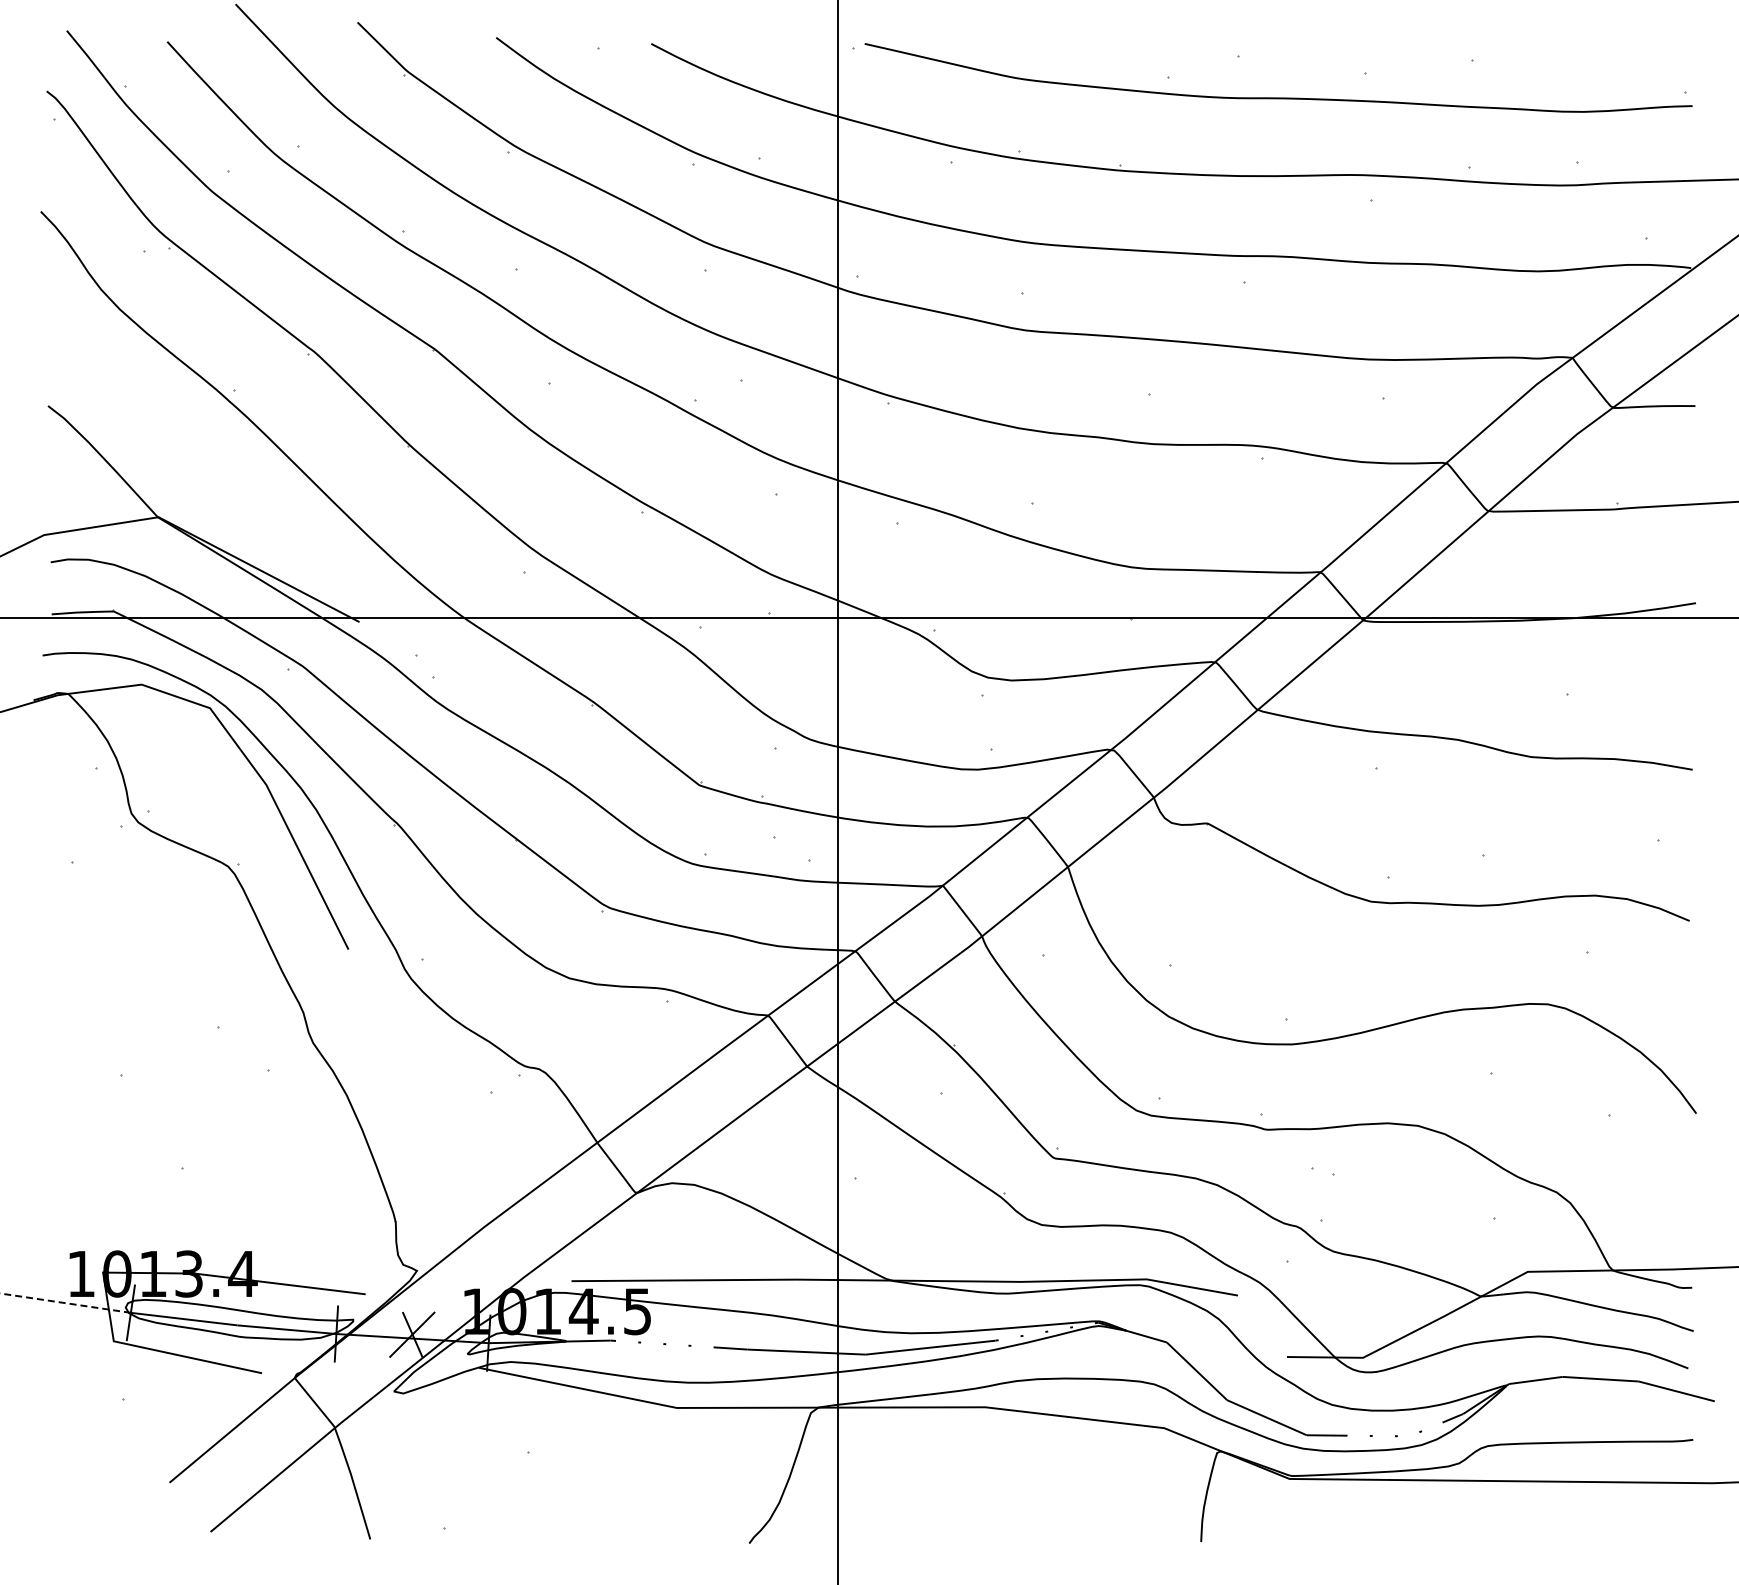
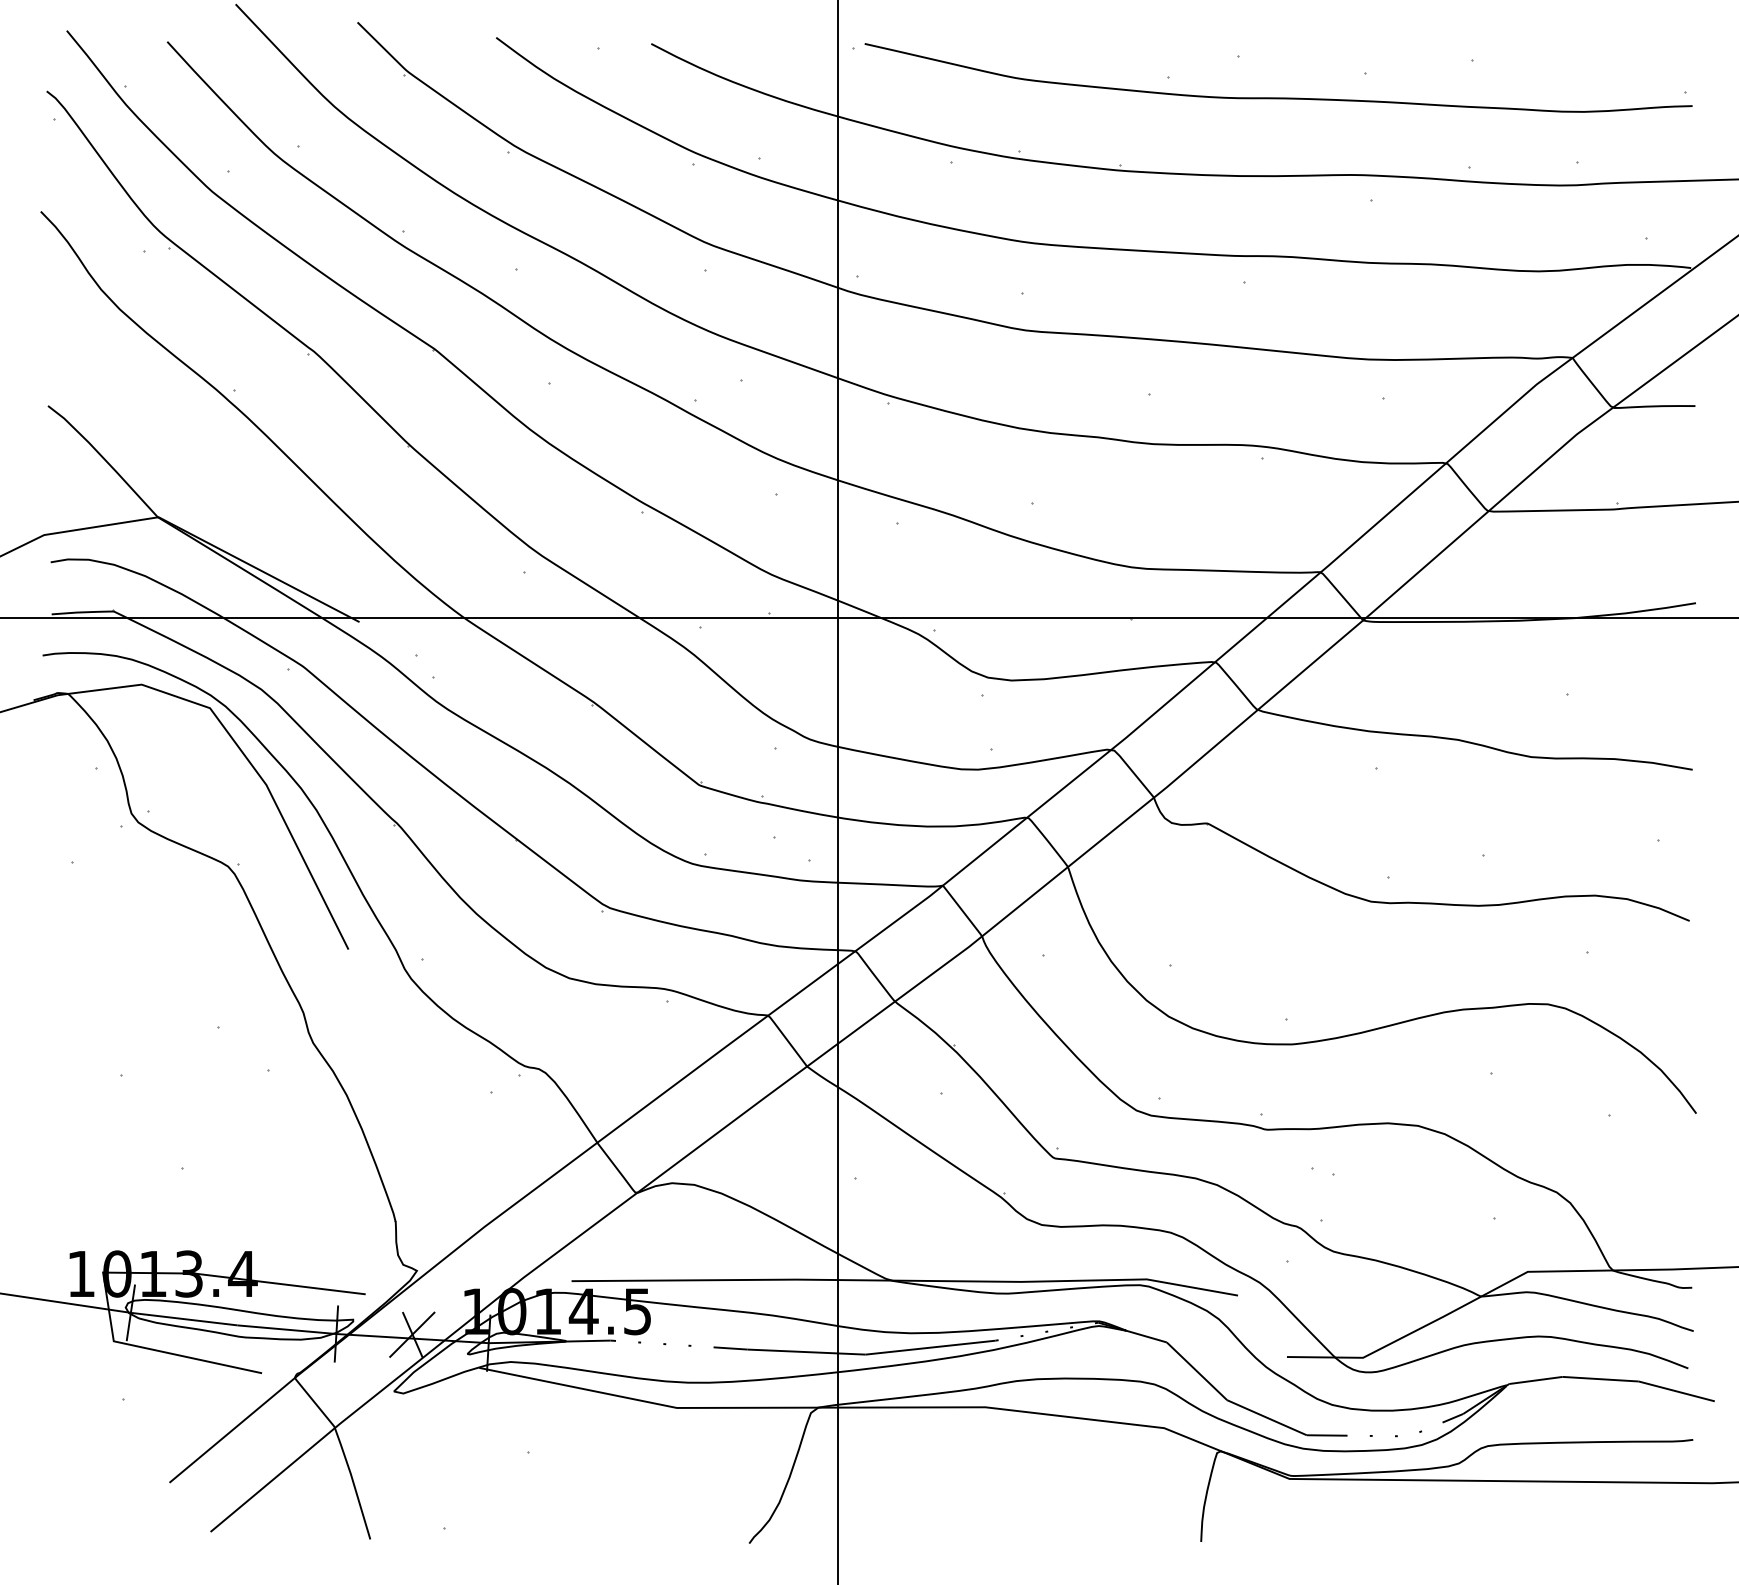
line at (65, 1303): dashed -> solid
